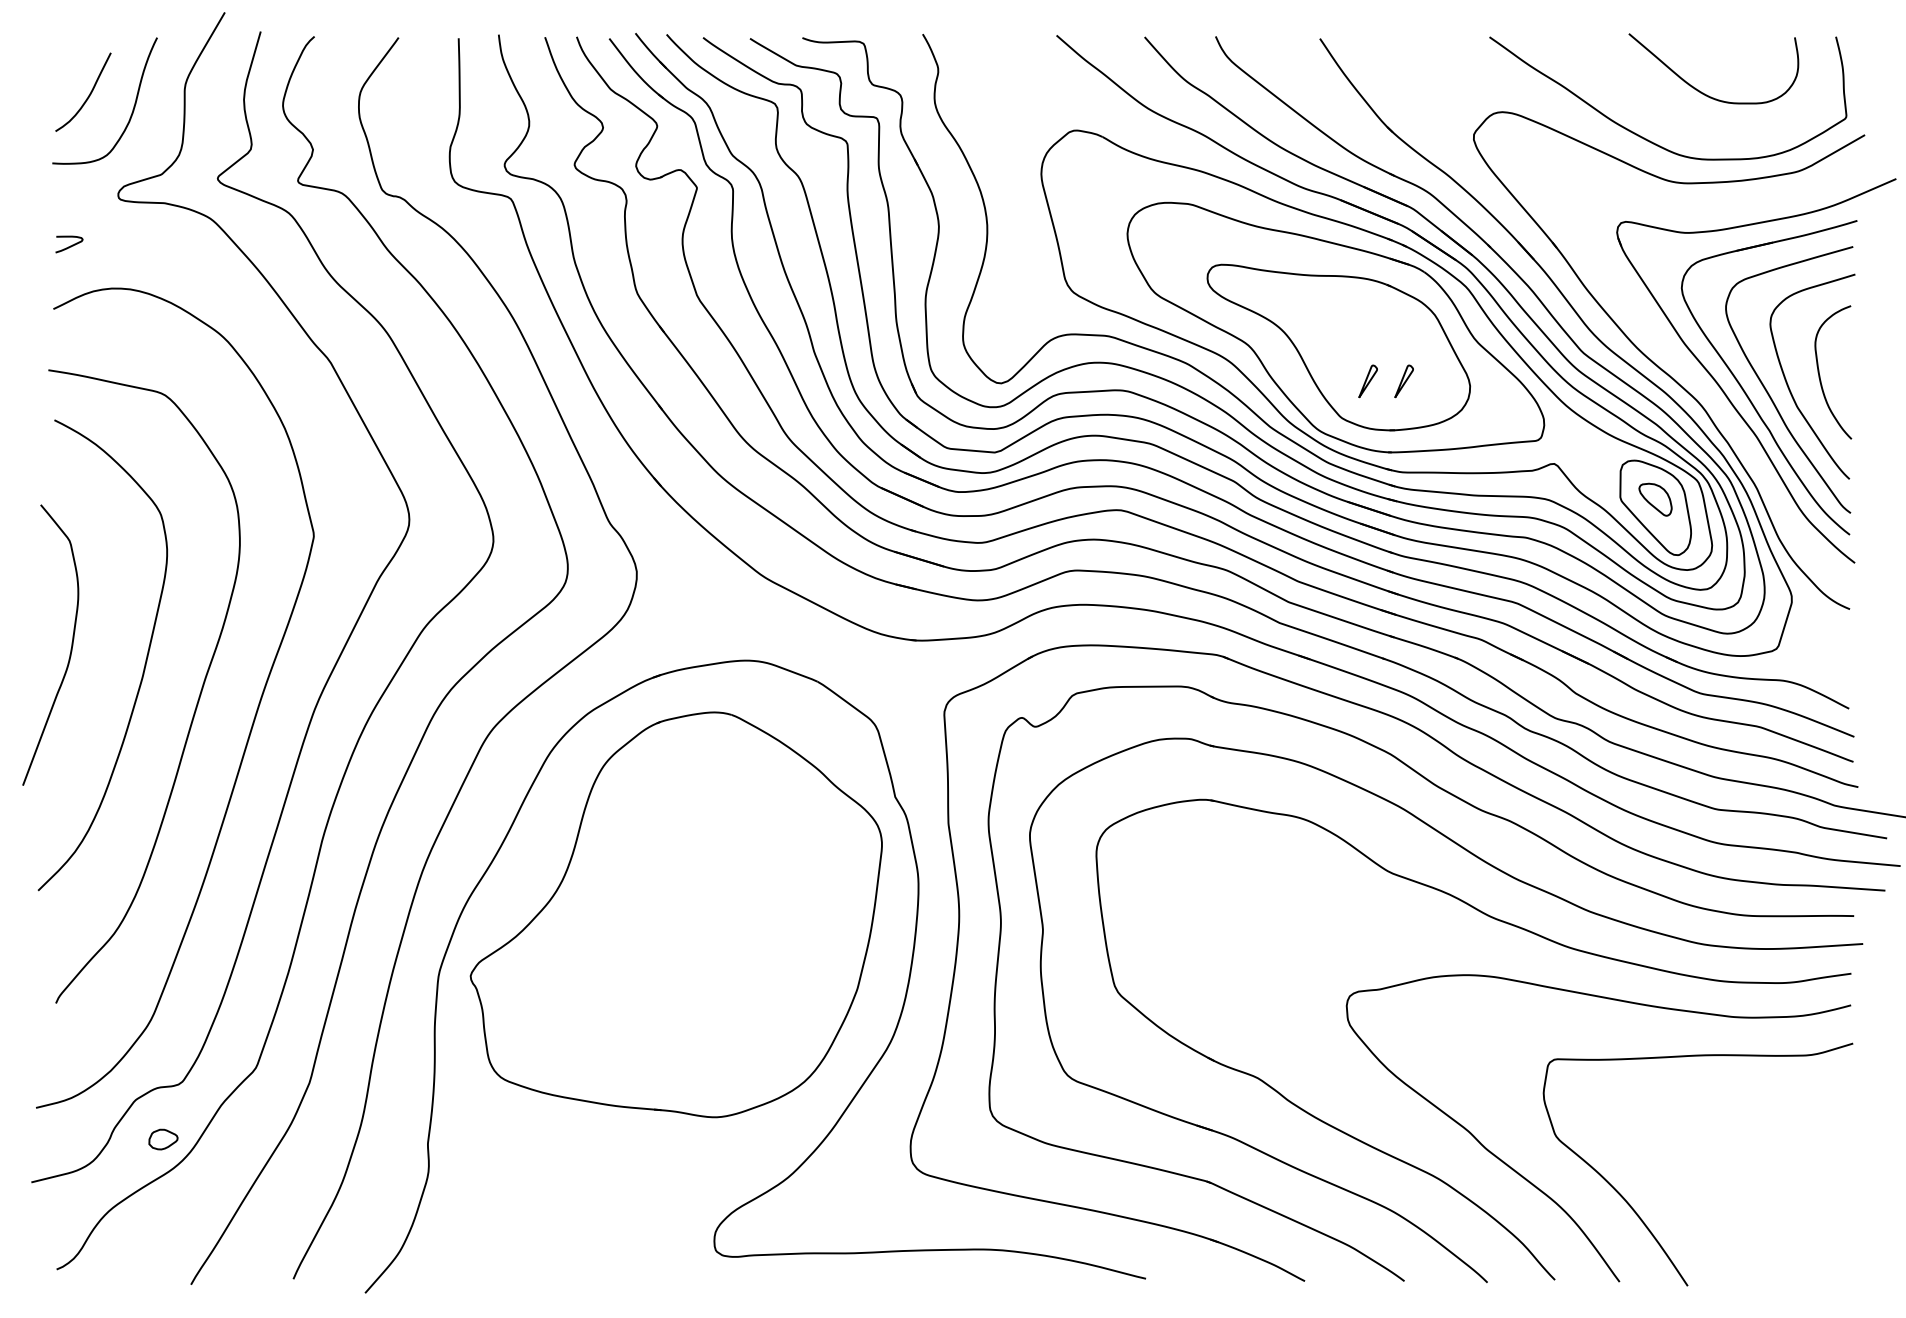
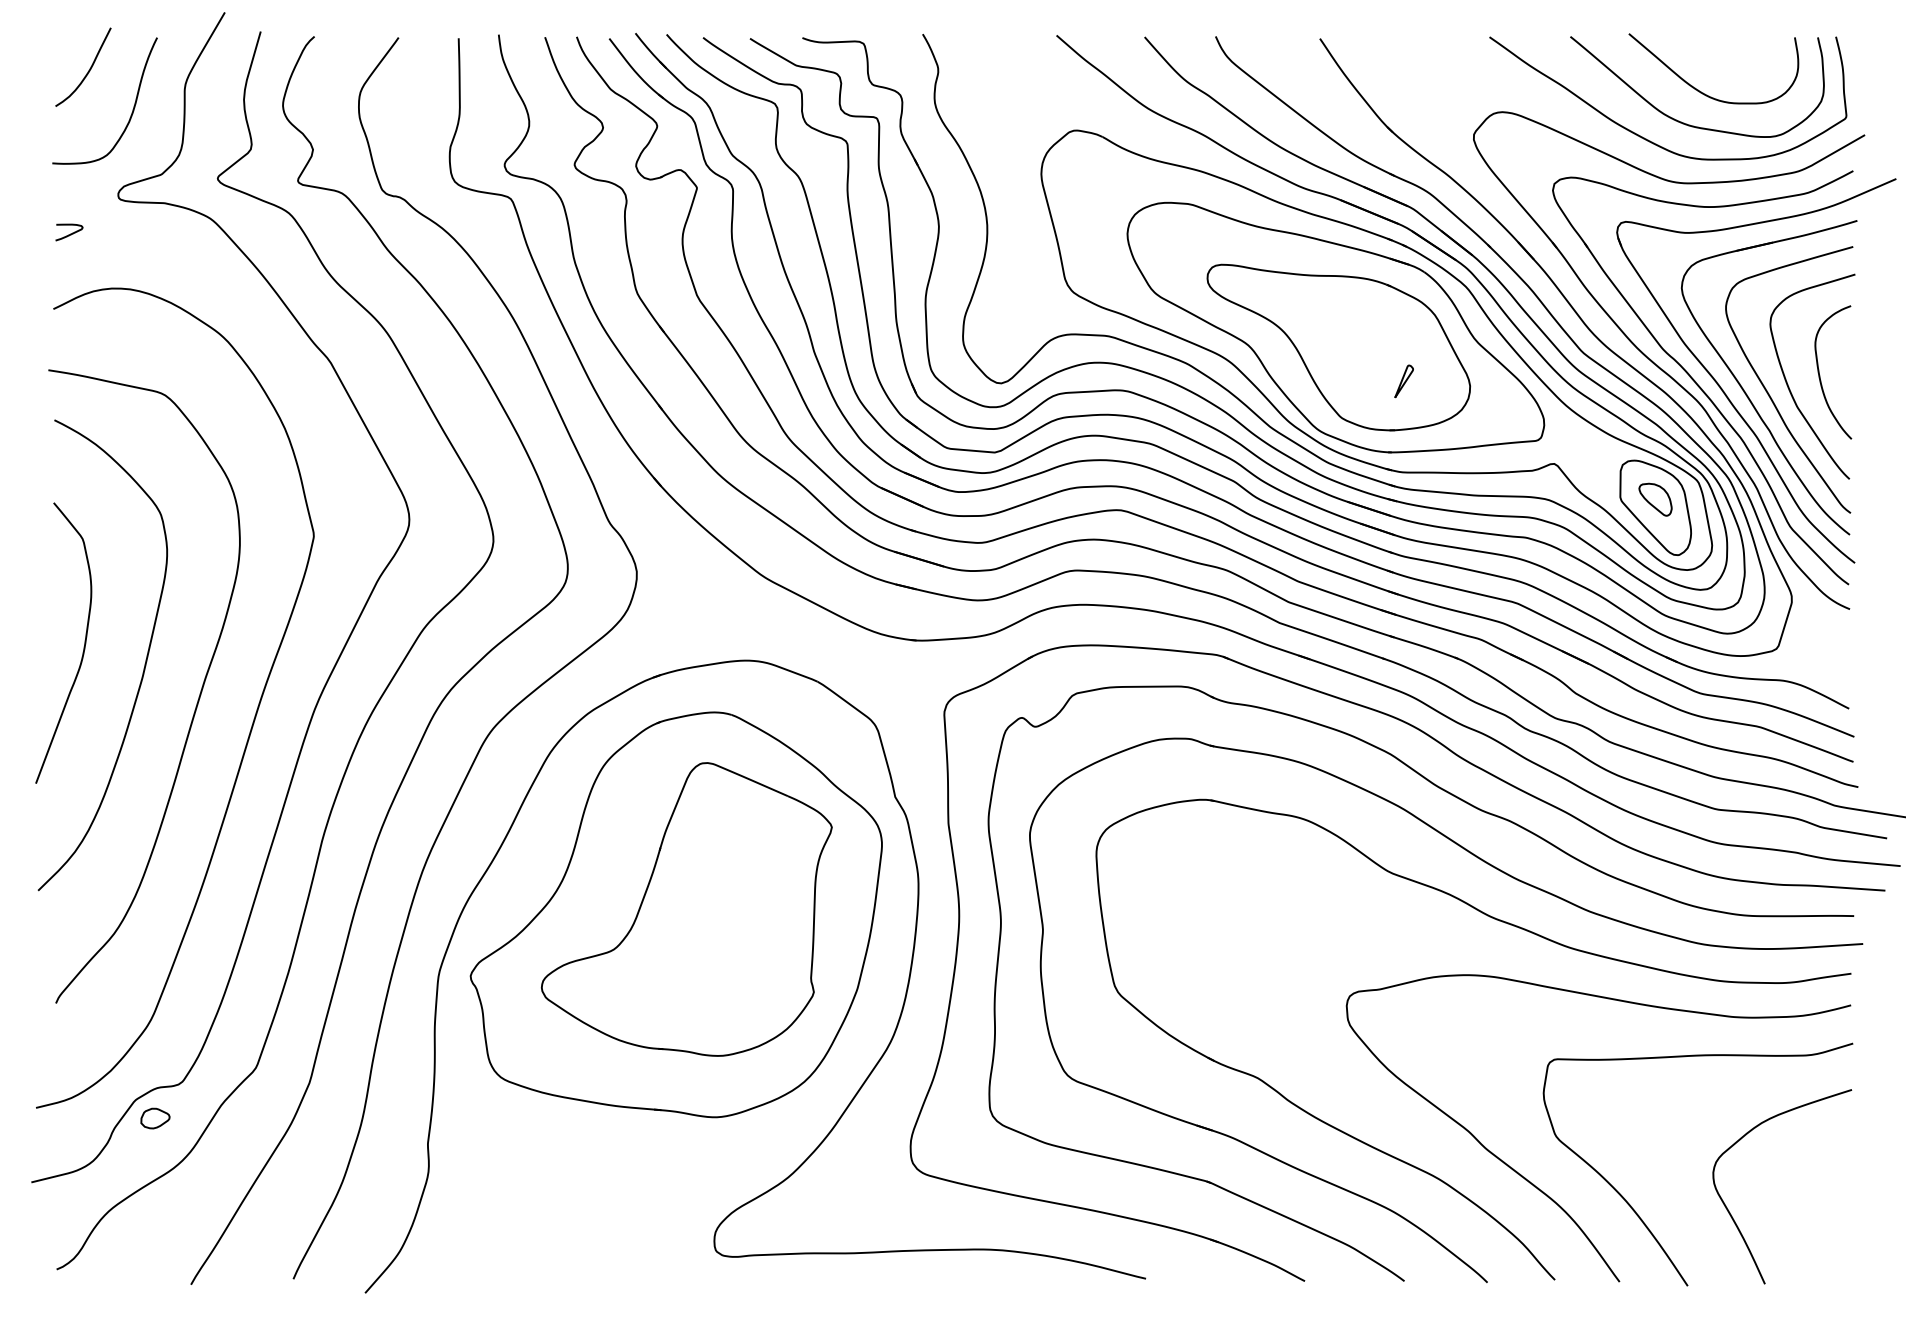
curve at (89, 93) position: (89, 93) -> (89, 68)
curve at (1684, 122): none -> present
curve at (70, 245) position: (70, 245) -> (70, 233)
part at (1695, 380): none -> present
part at (1367, 381): present -> none
curve at (70, 648) position: (70, 648) -> (83, 646)
part at (686, 909): none -> present
part at (163, 1139) position: (163, 1139) -> (155, 1118)
curve at (1733, 1217): none -> present
